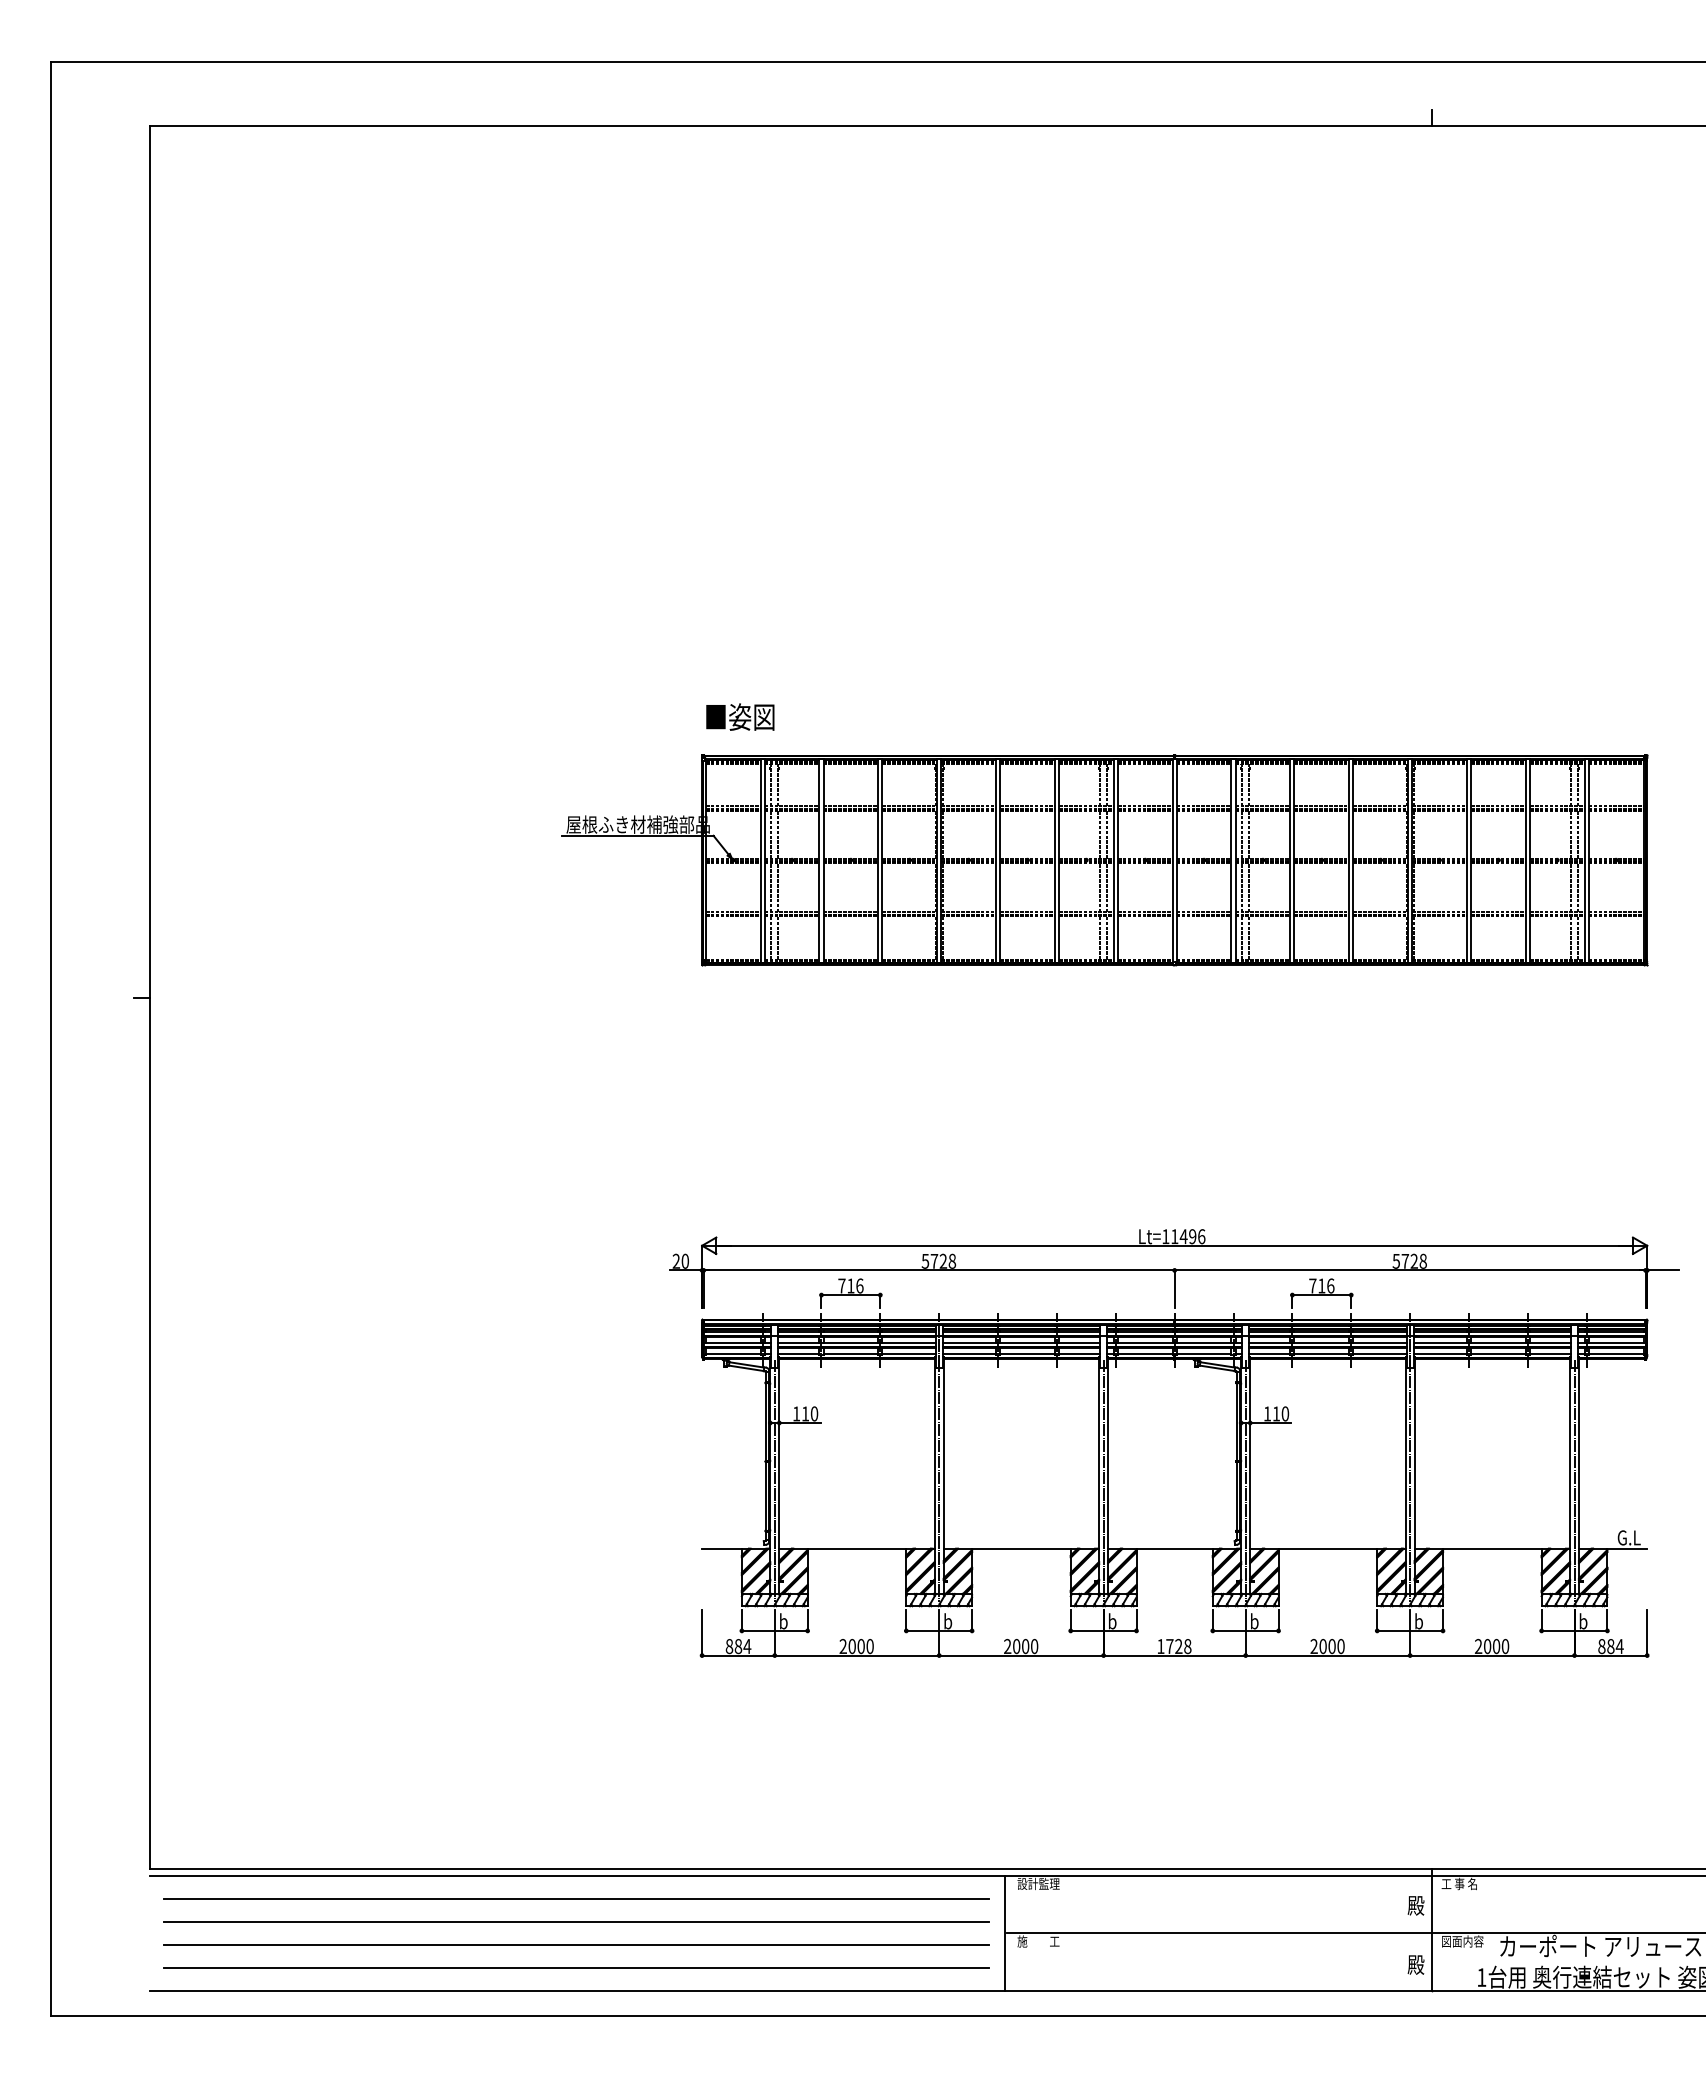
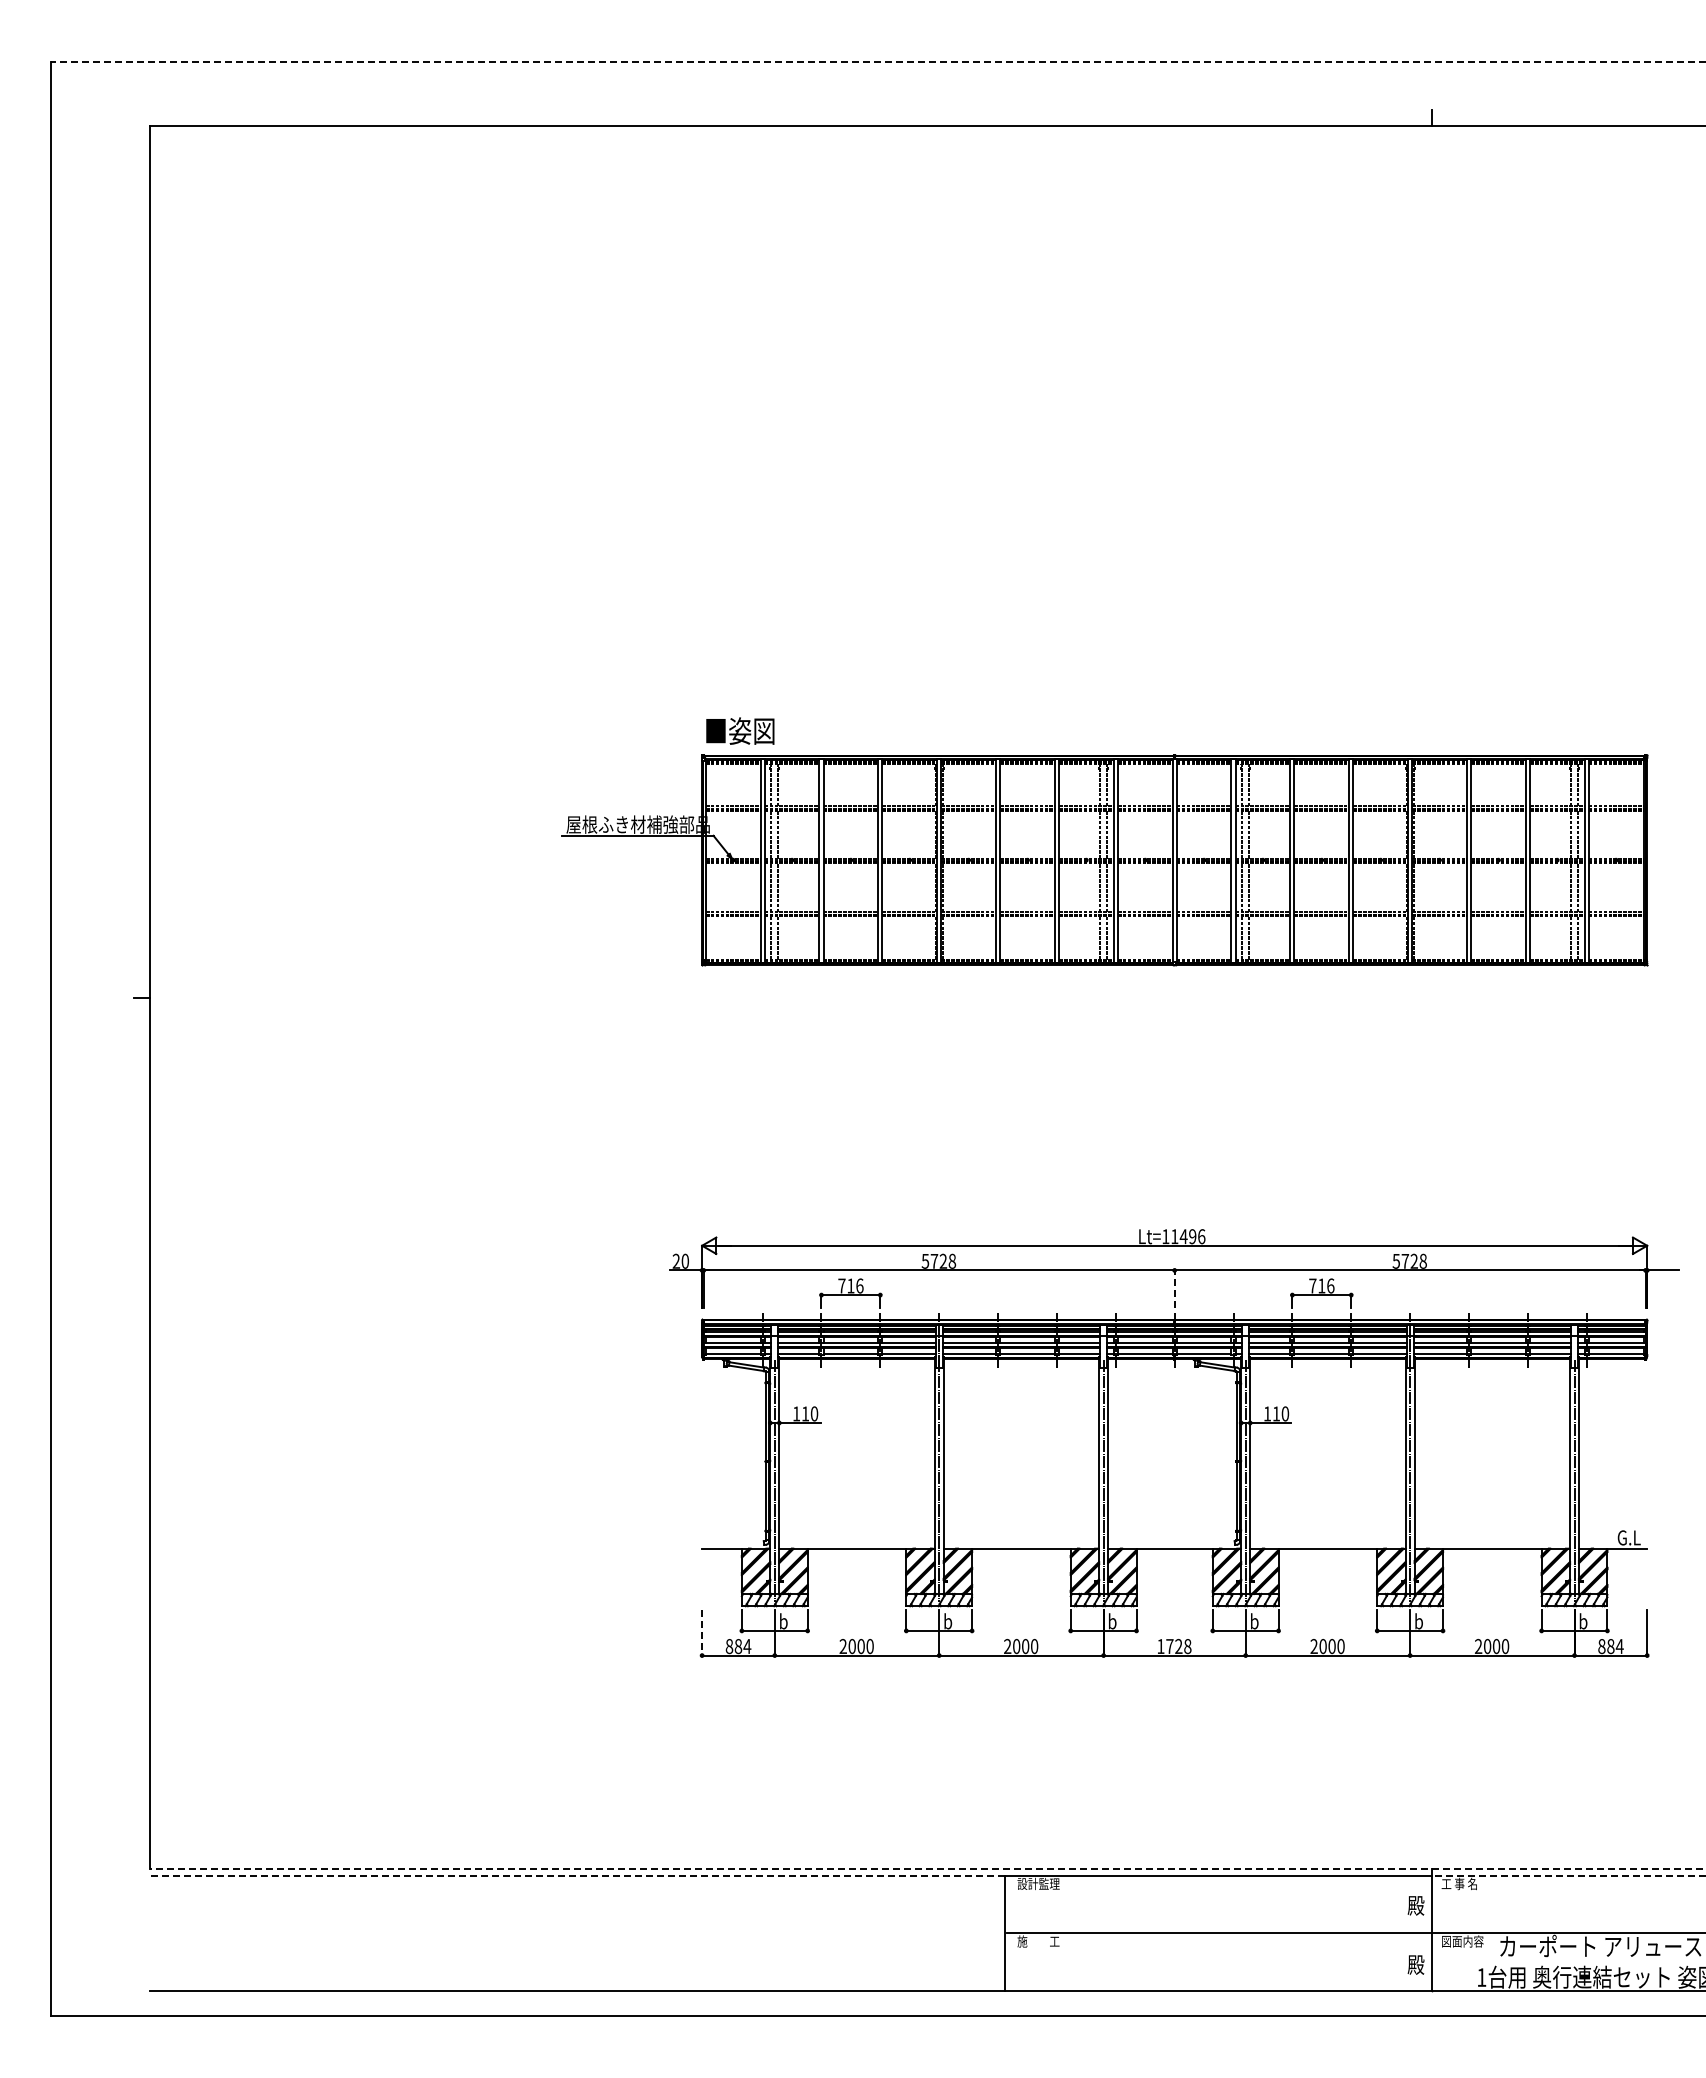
line at (878, 62): solid -> dashed
text at (740, 716) position: (740, 716) -> (740, 730)
line at (1174, 1289): solid -> dashed
line at (702, 1633): solid -> dashed
line at (927, 1869): solid -> dashed
line at (576, 1875): solid -> dashed
line at (1568, 1875): solid -> dashed
line at (575, 1898): present -> none
line at (575, 1921): present -> none
line at (576, 1944): present -> none
line at (576, 1967): present -> none
